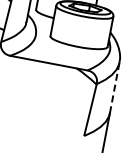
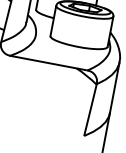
line at (114, 87): dashed -> solid
